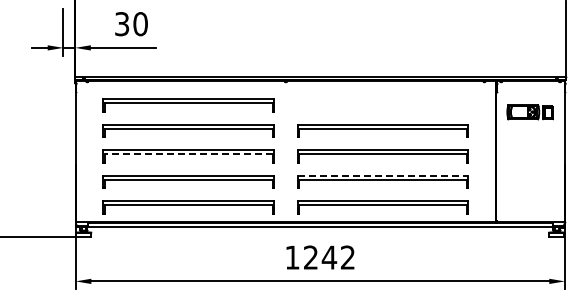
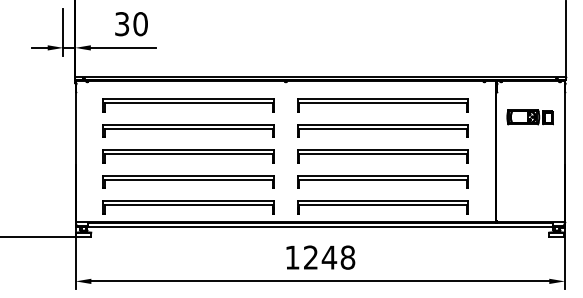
part at (382, 105): none -> present
part at (529, 112) position: (529, 112) -> (529, 117)
line at (188, 154): dashed -> solid
line at (383, 175): dashed -> solid
text at (347, 257): 1242 -> 1248
